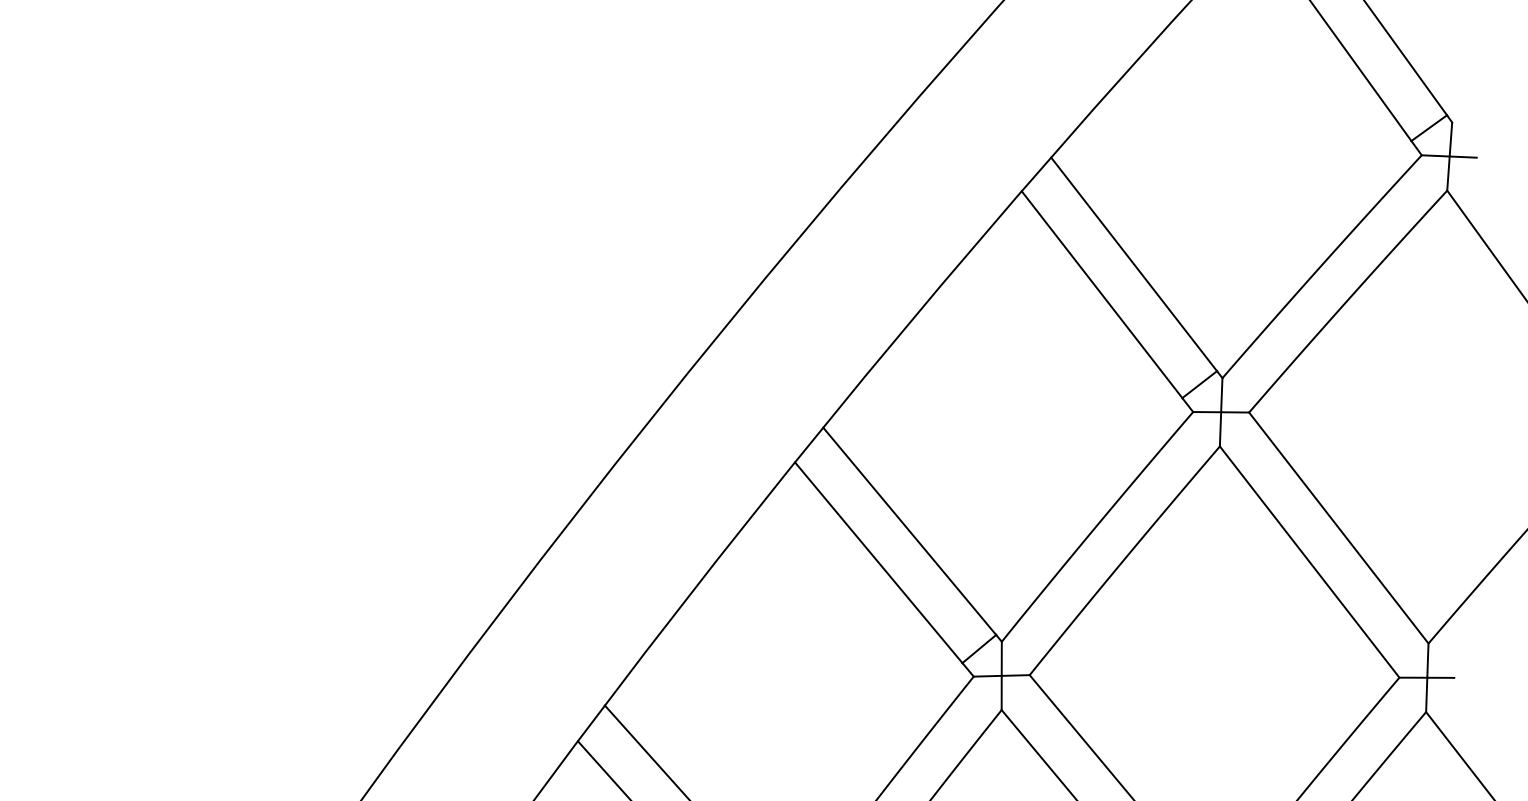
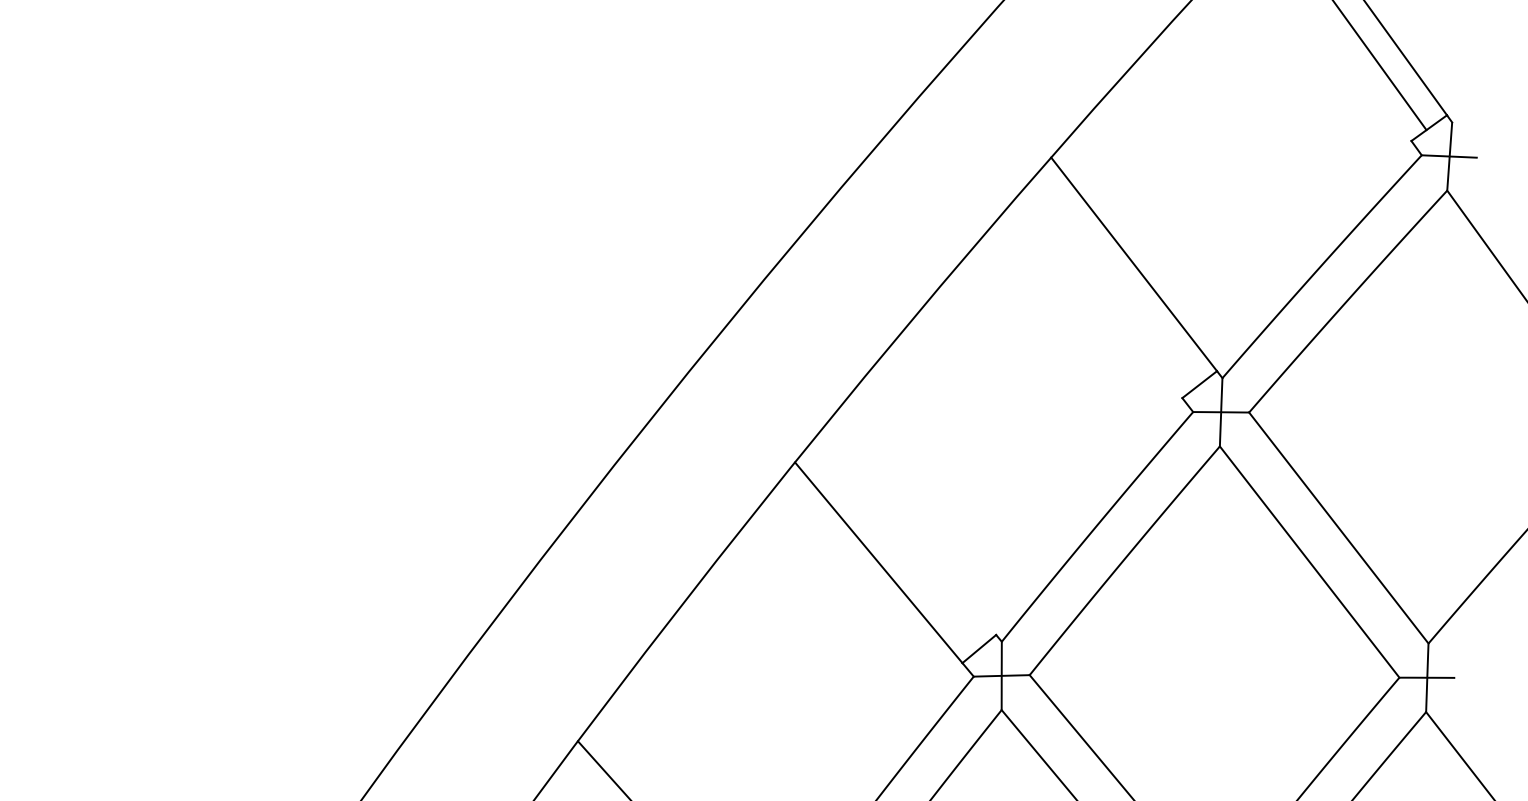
line at (1361, 71) position: (1361, 71) -> (1380, 66)
line at (1101, 294): present -> none
line at (909, 530): present -> none
line at (645, 751): present -> none
